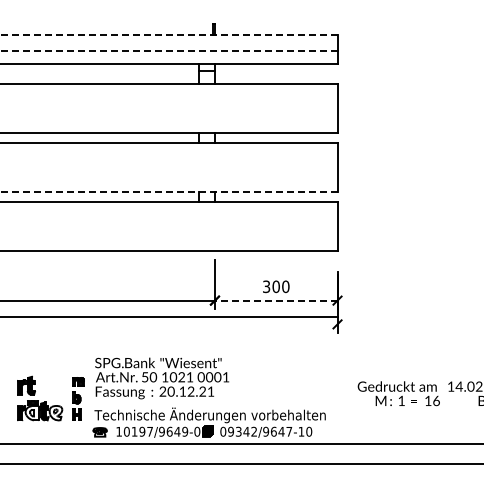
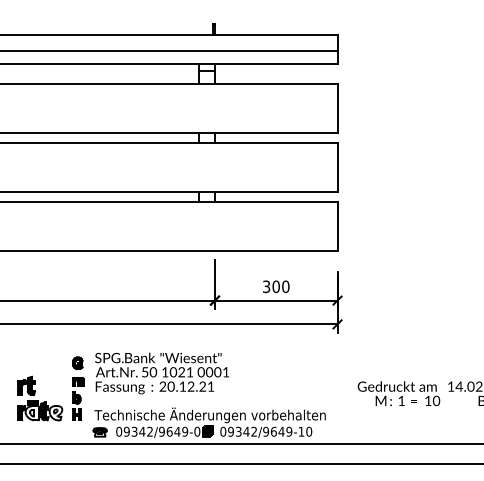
line at (168, 35): dashed -> solid
line at (168, 51): dashed -> solid
line at (168, 192): dashed -> solid
line at (275, 300): dashed -> solid
line at (169, 317) position: (169, 317) -> (169, 324)
part at (77, 362): none -> present
text at (162, 378) position: (162, 378) -> (162, 373)
text at (436, 400): 16 -> 10
text at (134, 431): 10197/9649-0 -> 09342/9649-0
text at (289, 431): 09342/9647-10 -> 09342/9649-10
